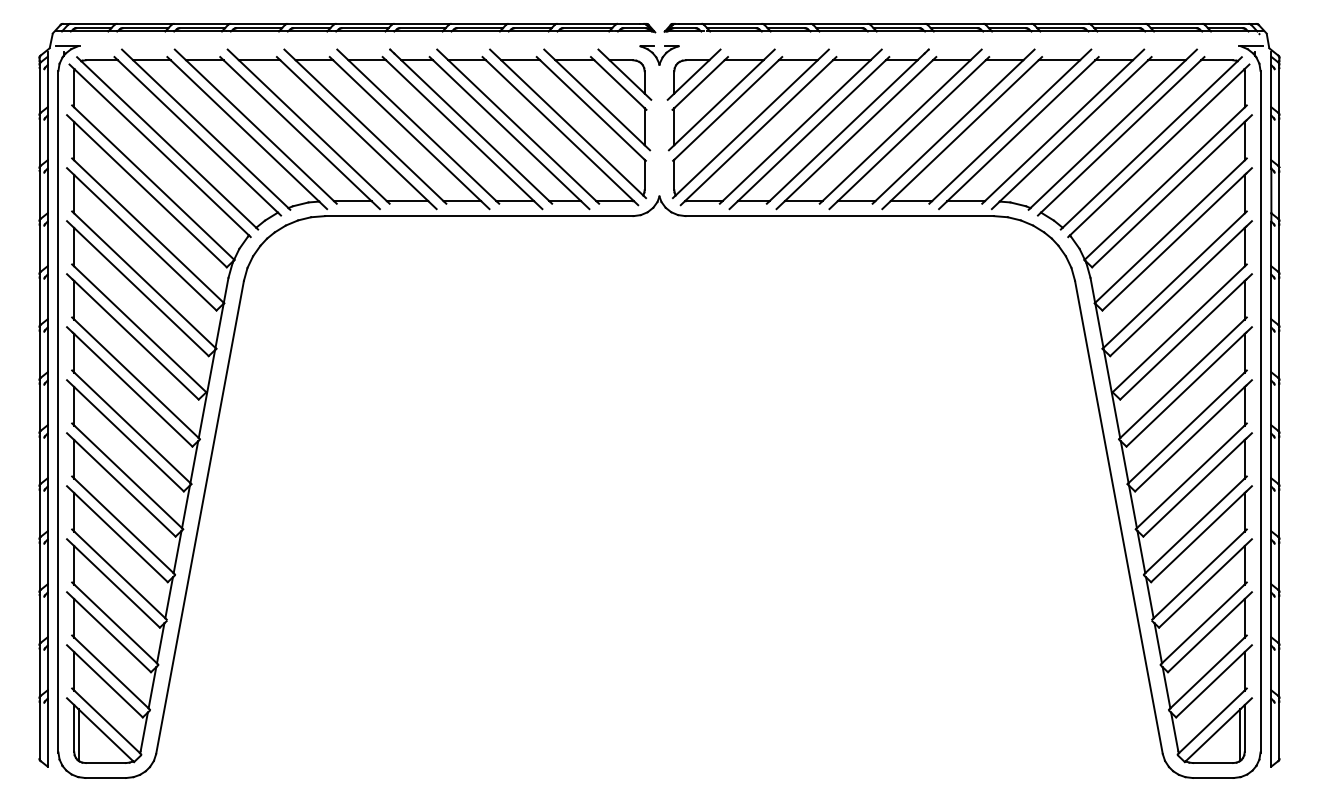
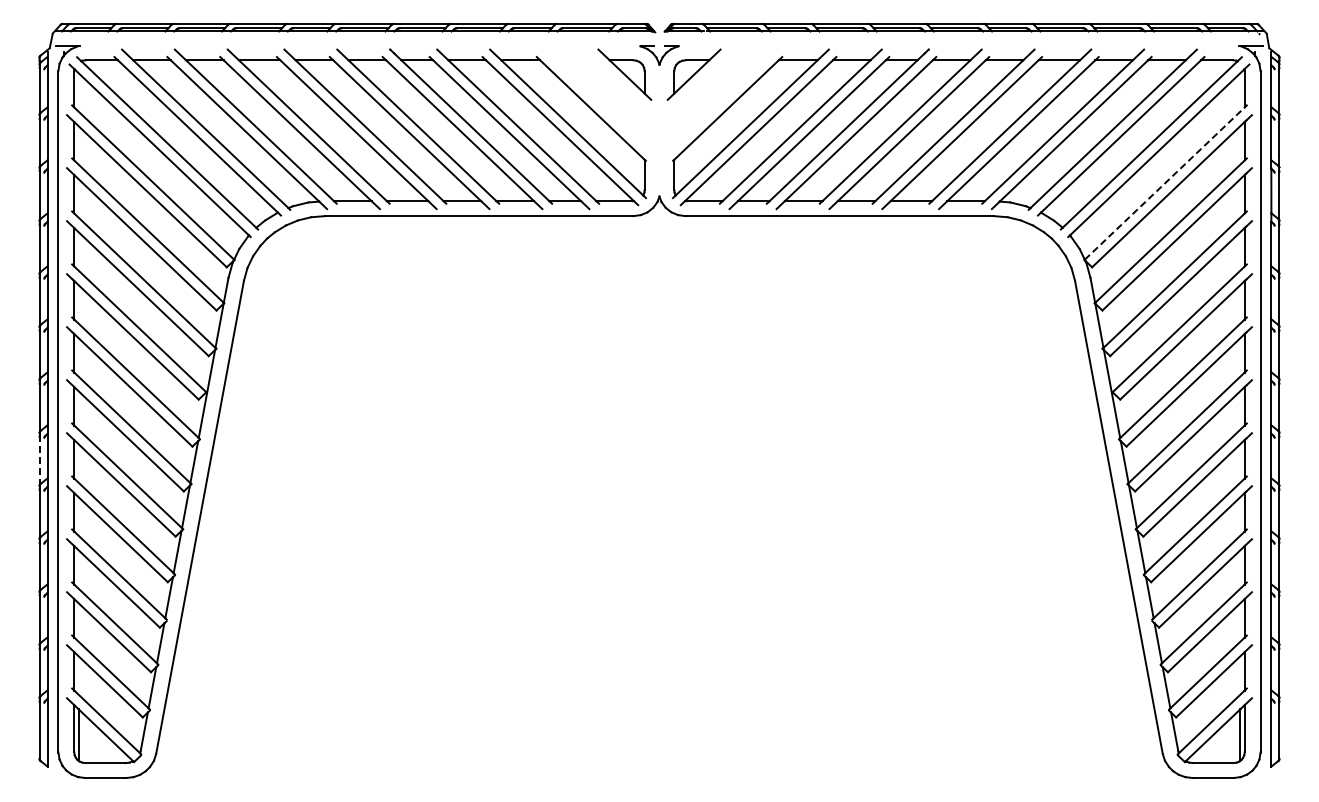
part at (597, 99): present -> none
part at (721, 99): present -> none
line at (1165, 183): solid -> dashed
line at (39, 461): solid -> dashed
